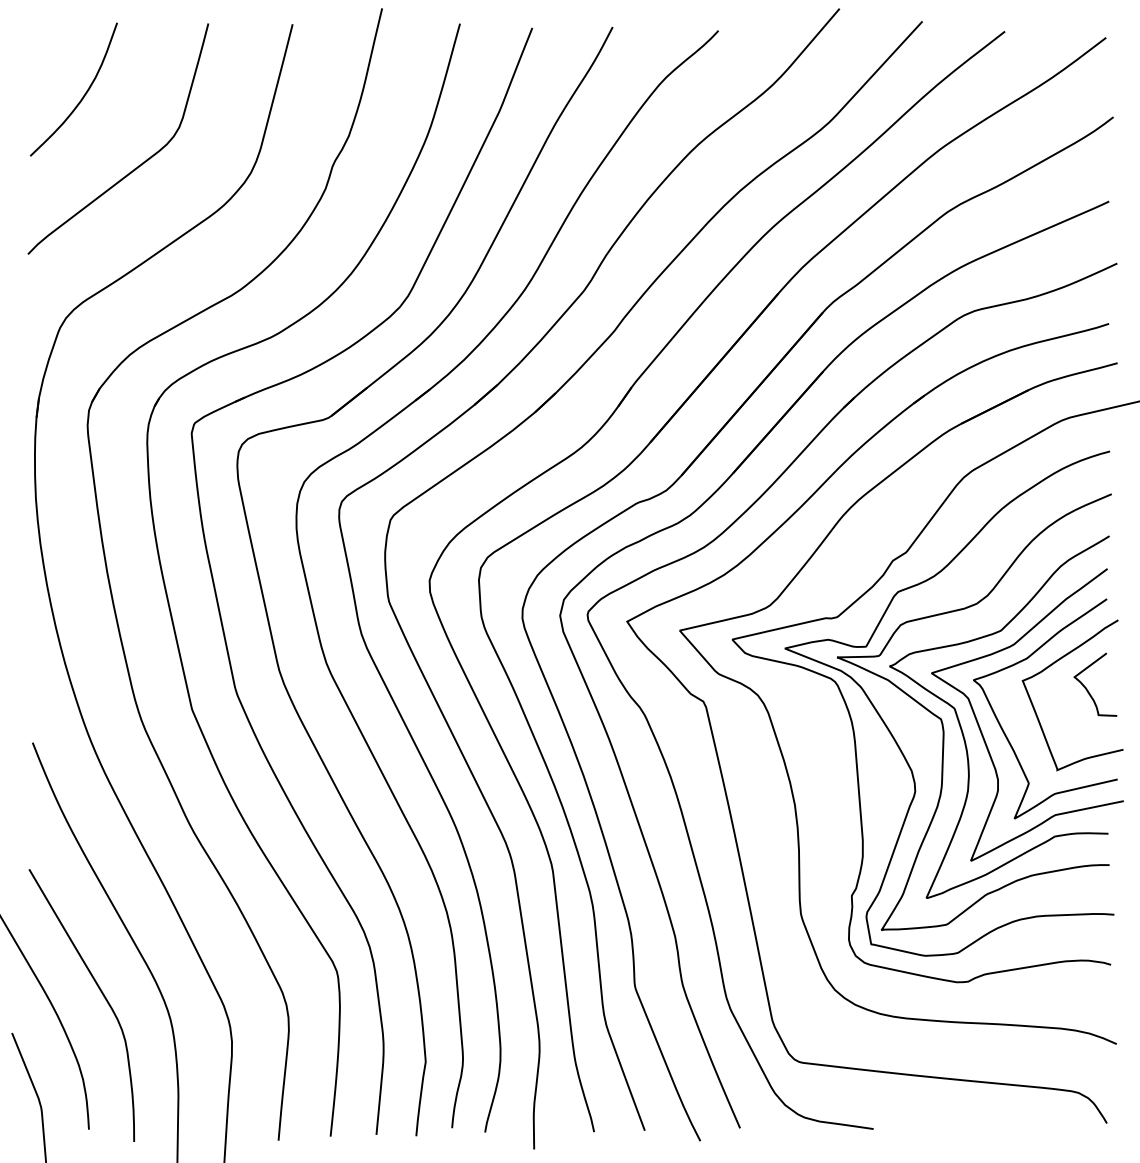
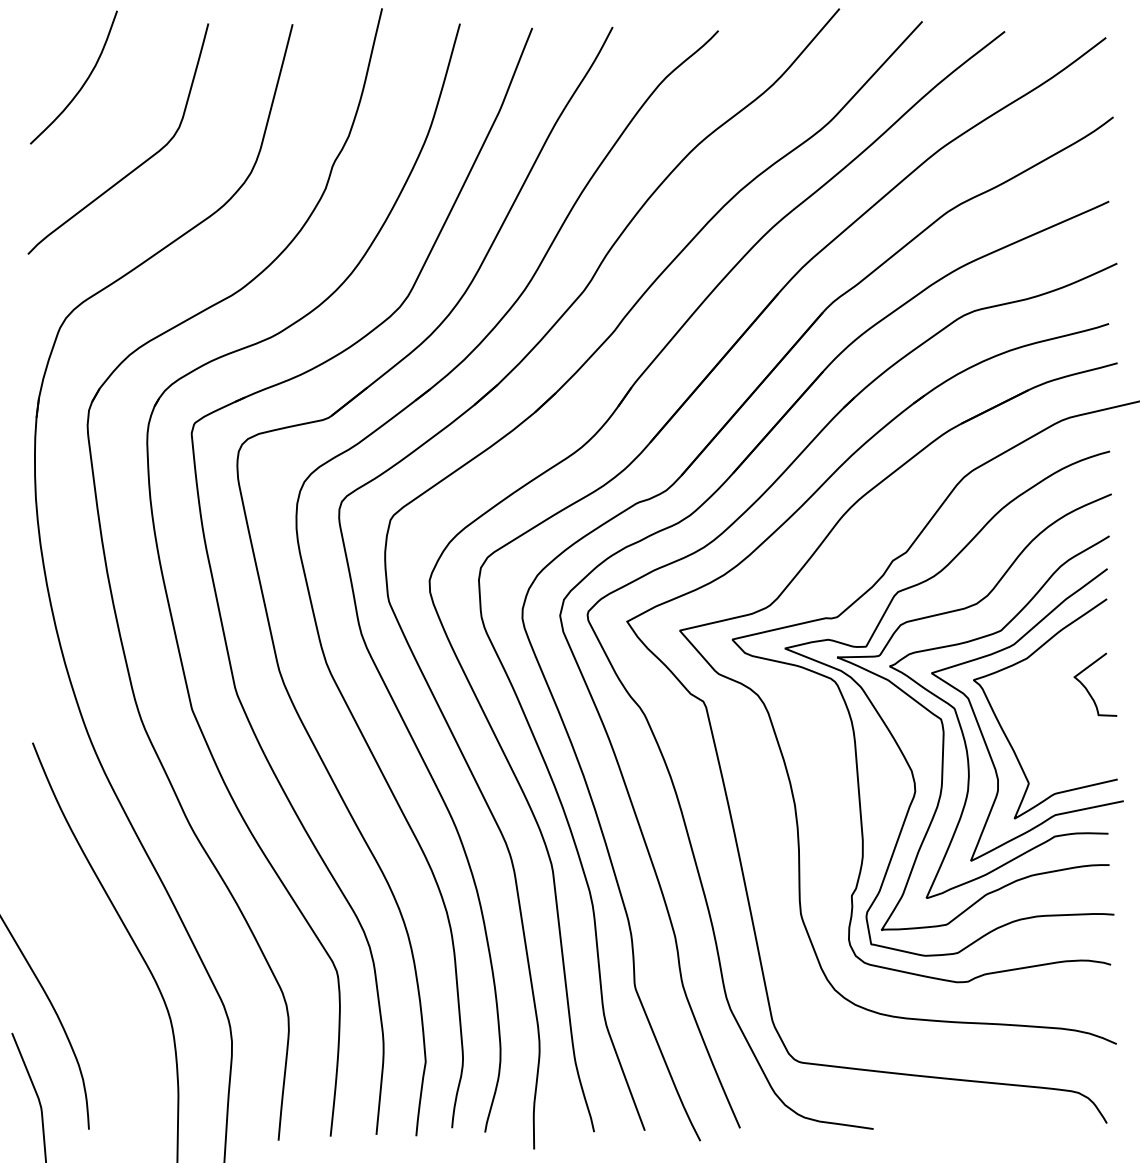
curve at (82, 96) position: (82, 96) -> (82, 84)
curve at (1052, 665): present -> none
curve at (102, 995): present -> none
